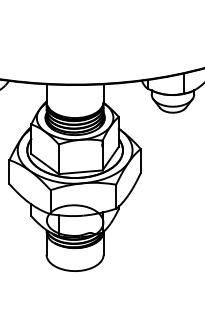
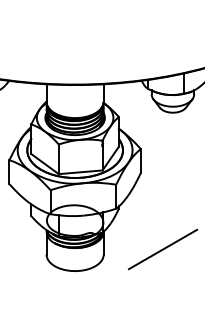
line at (162, 249): none -> present
